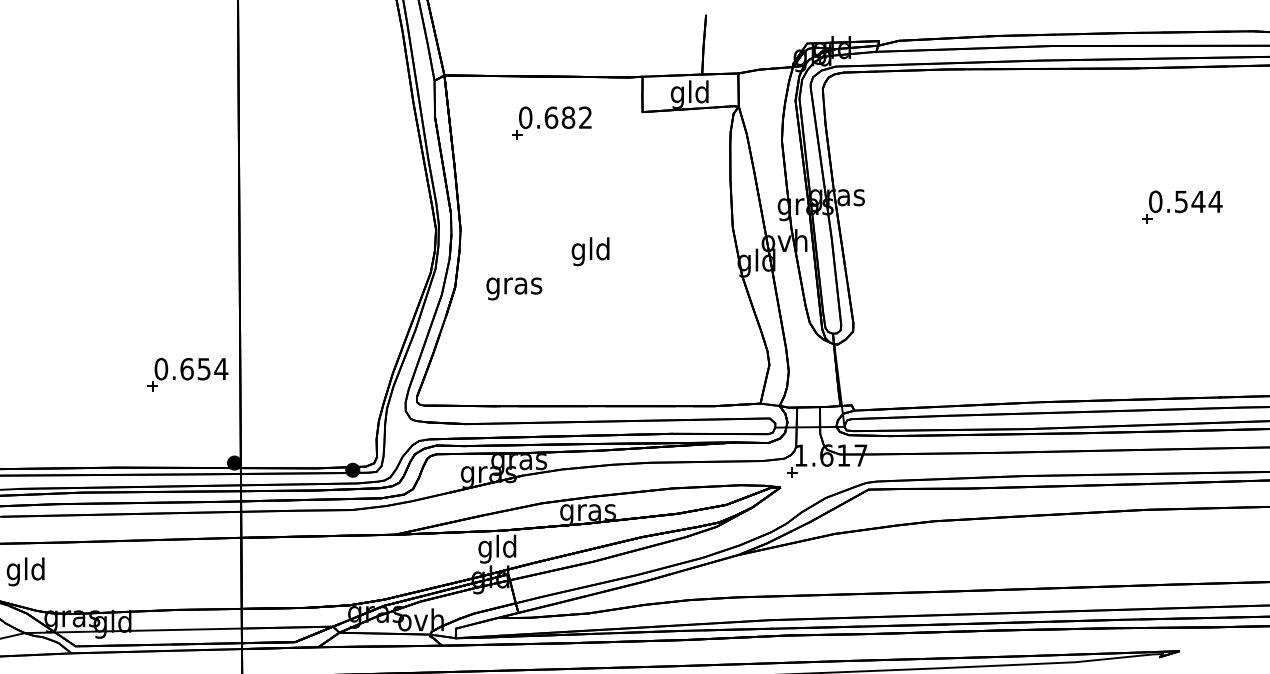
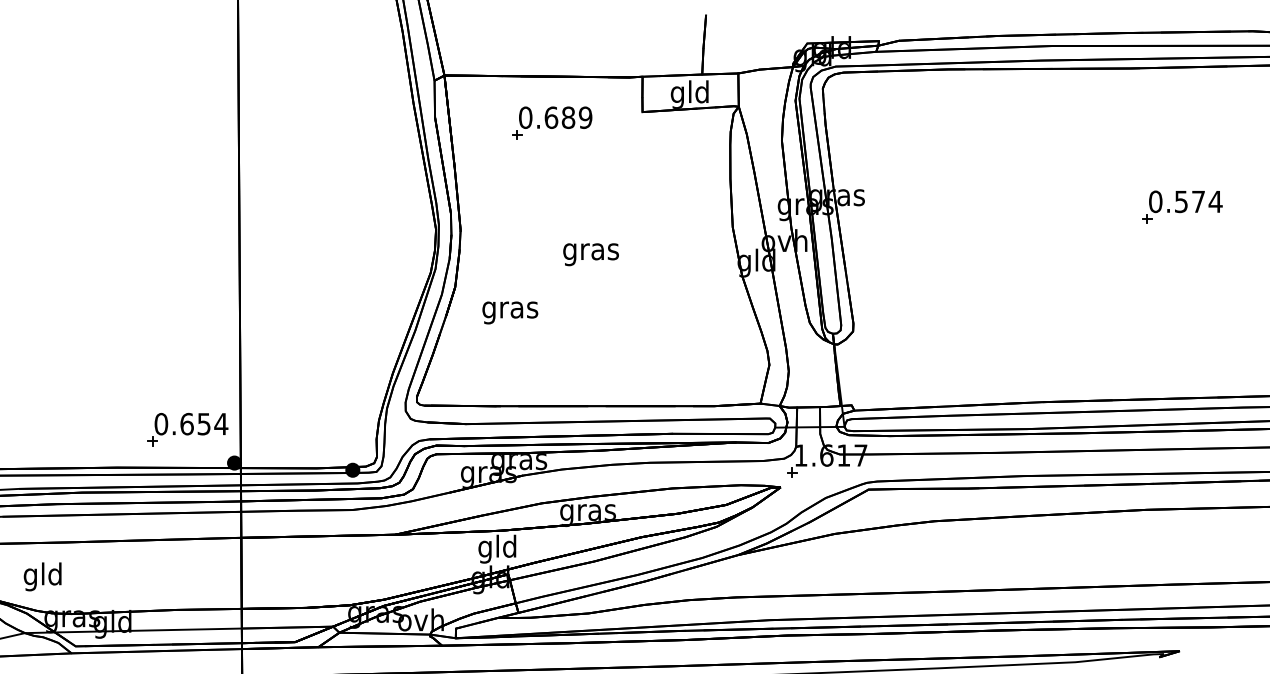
text at (585, 117): 0.682 -> 0.689
text at (1198, 201): 0.544 -> 0.574
text at (590, 251): gld -> gras
text at (514, 288) position: (514, 288) -> (510, 312)
part at (187, 374) position: (187, 374) -> (187, 429)
text at (25, 571) position: (25, 571) -> (42, 576)
